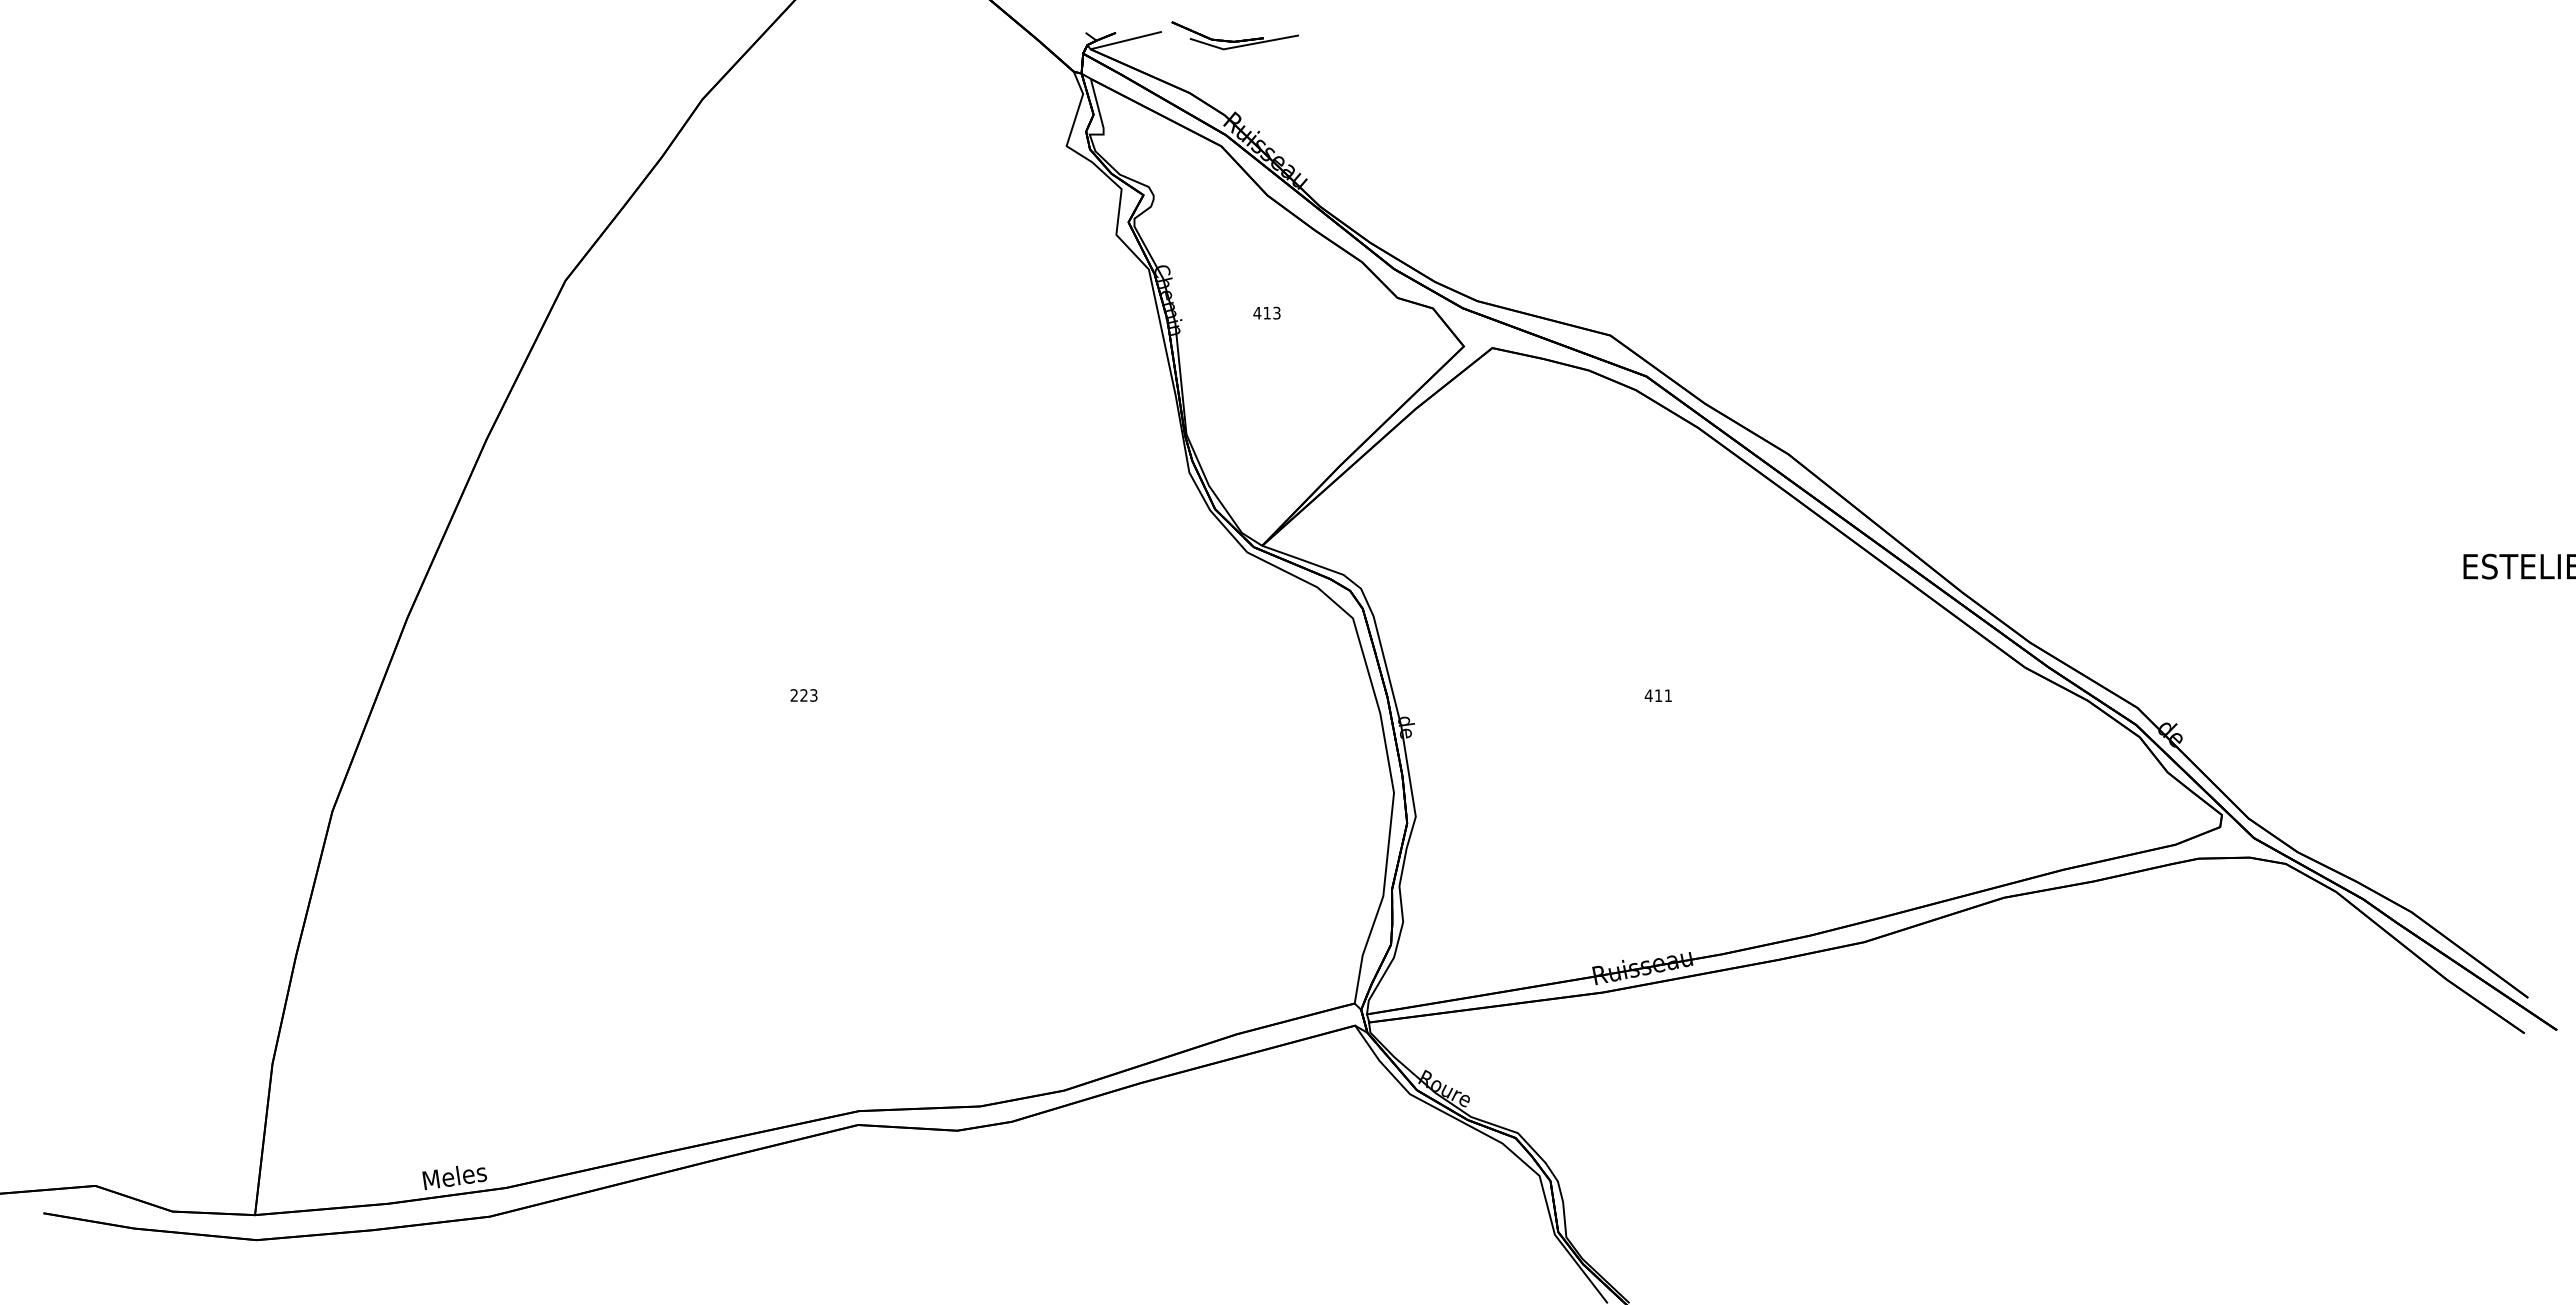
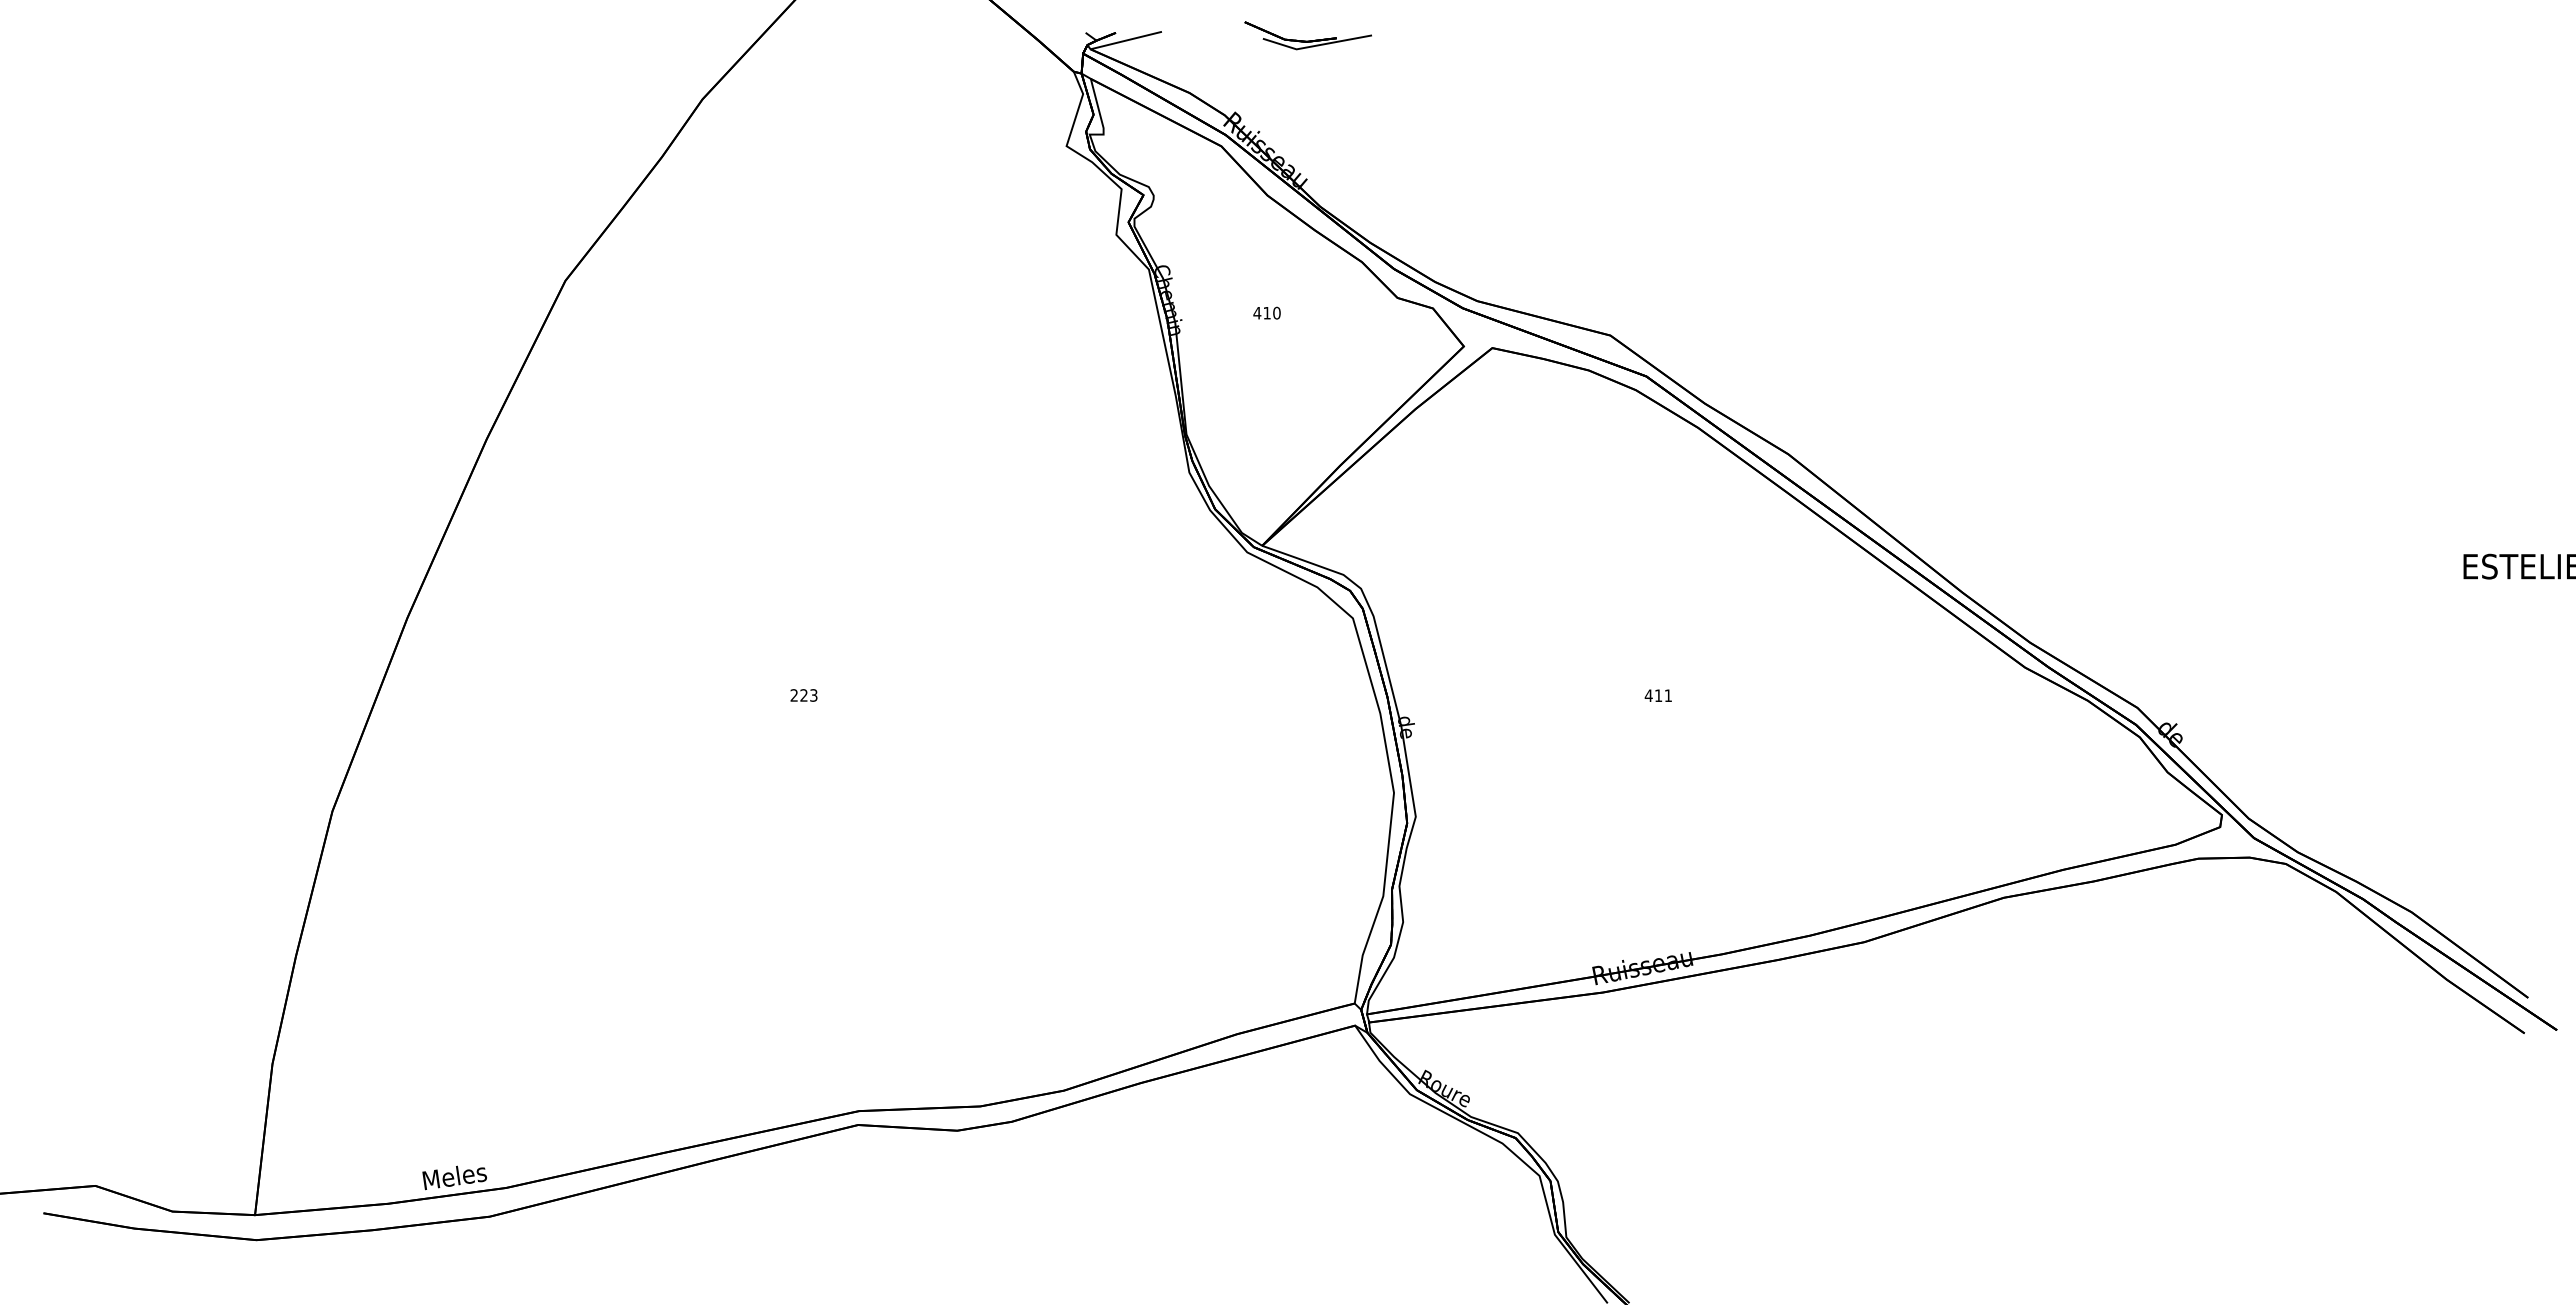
part at (1234, 35) position: (1234, 35) -> (1307, 35)
text at (1276, 312): 413 -> 410
